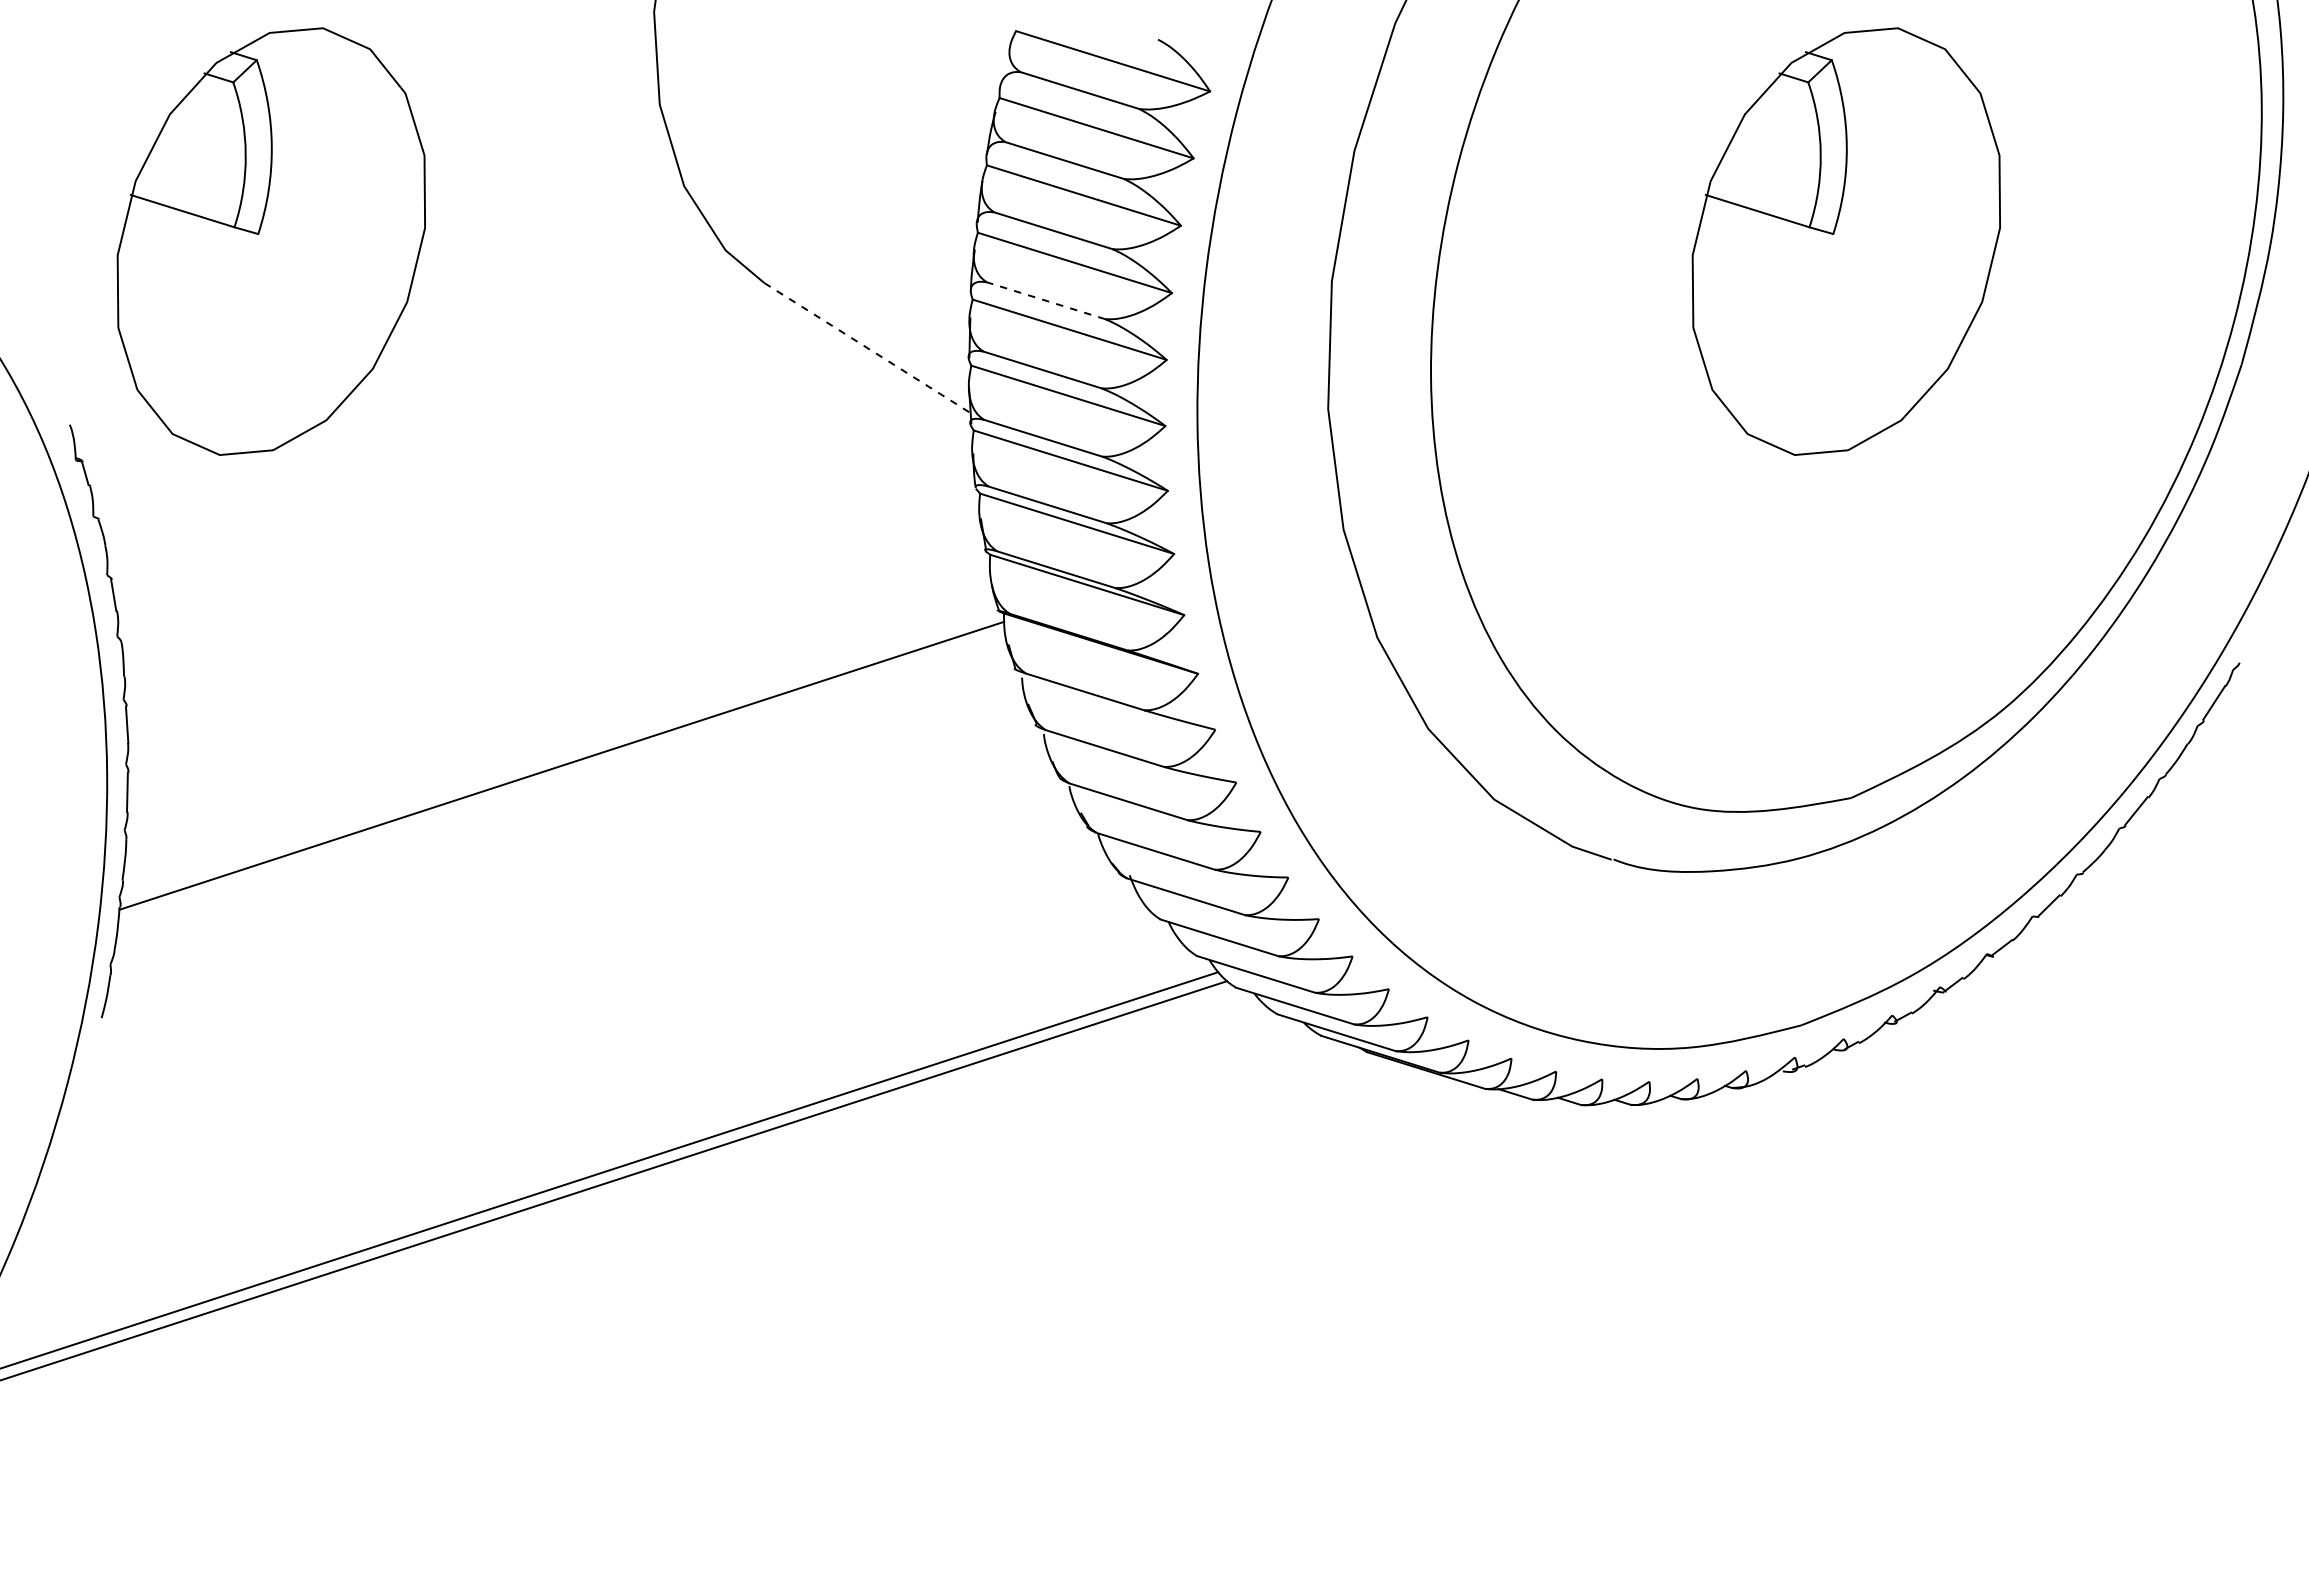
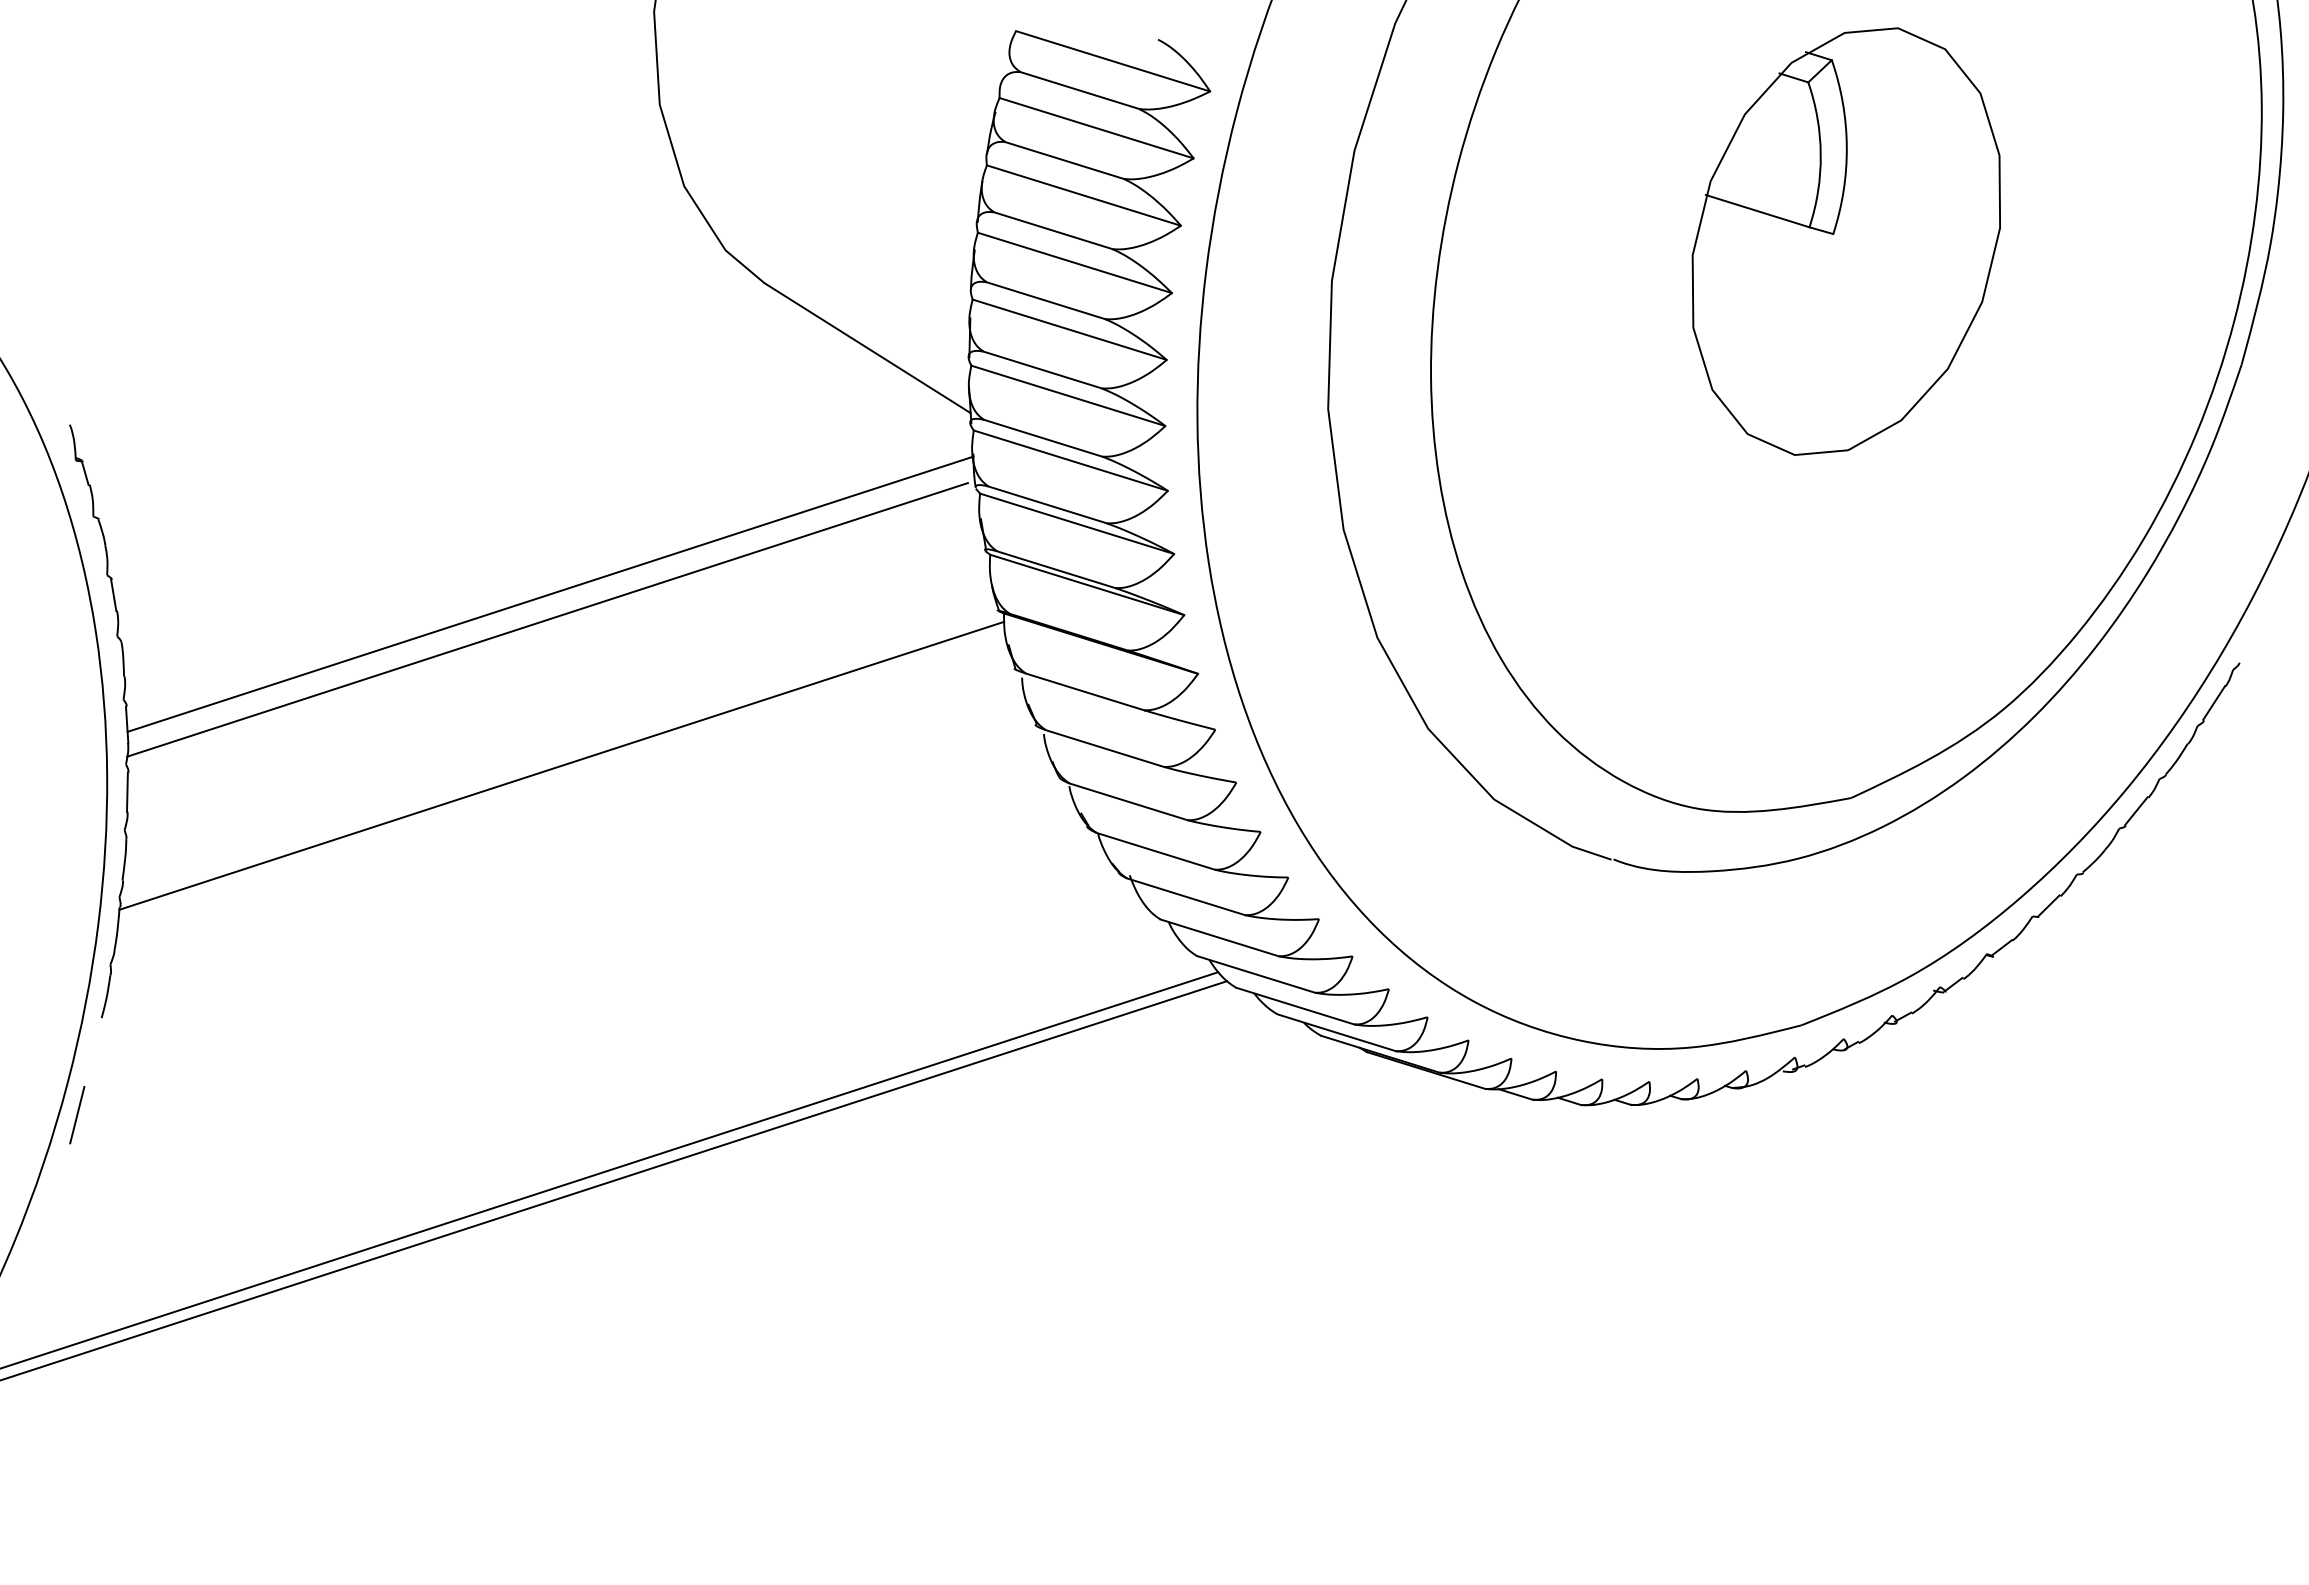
part at (270, 241): present -> none
line at (1046, 300): dashed -> solid
line at (867, 348): dashed -> solid
line at (550, 593): none -> present
line at (547, 619): none -> present
line at (77, 1114): none -> present
